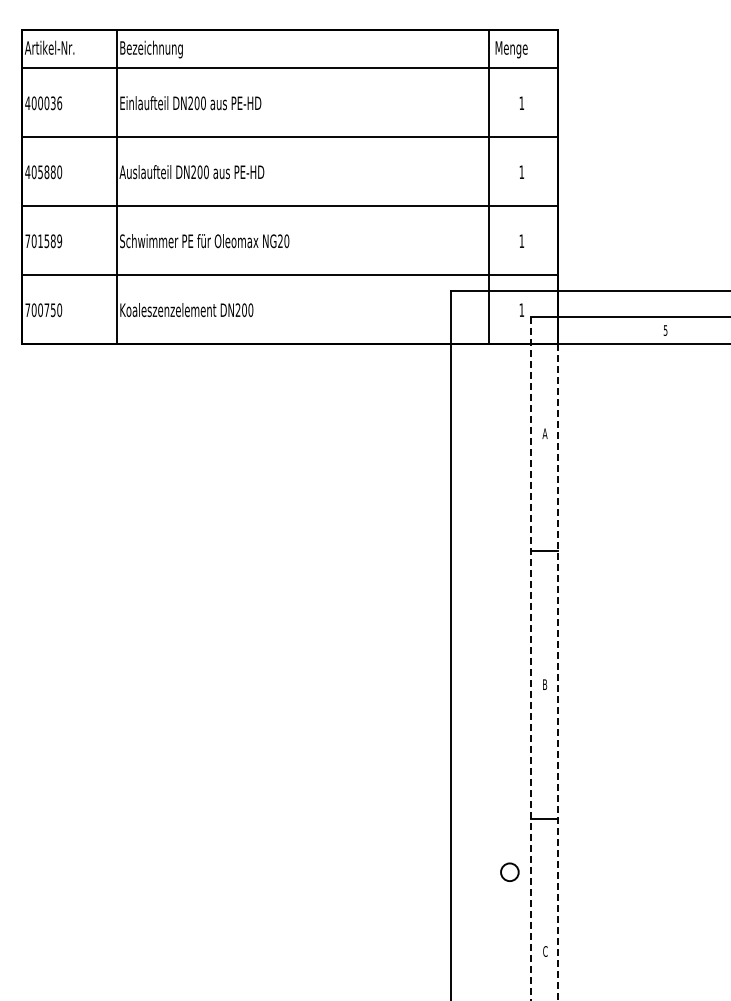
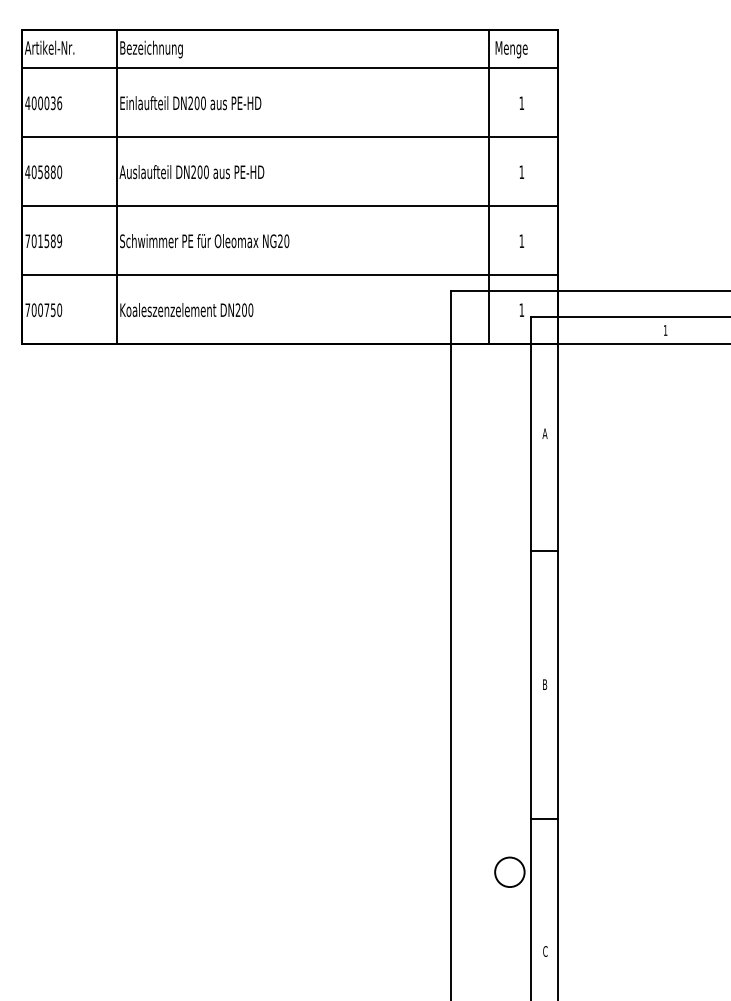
text at (665, 330): 5 -> 1
line at (531, 659): dashed -> solid
line at (558, 673): dashed -> solid
circle at (509, 872) diameter: 18 px -> 29 px
